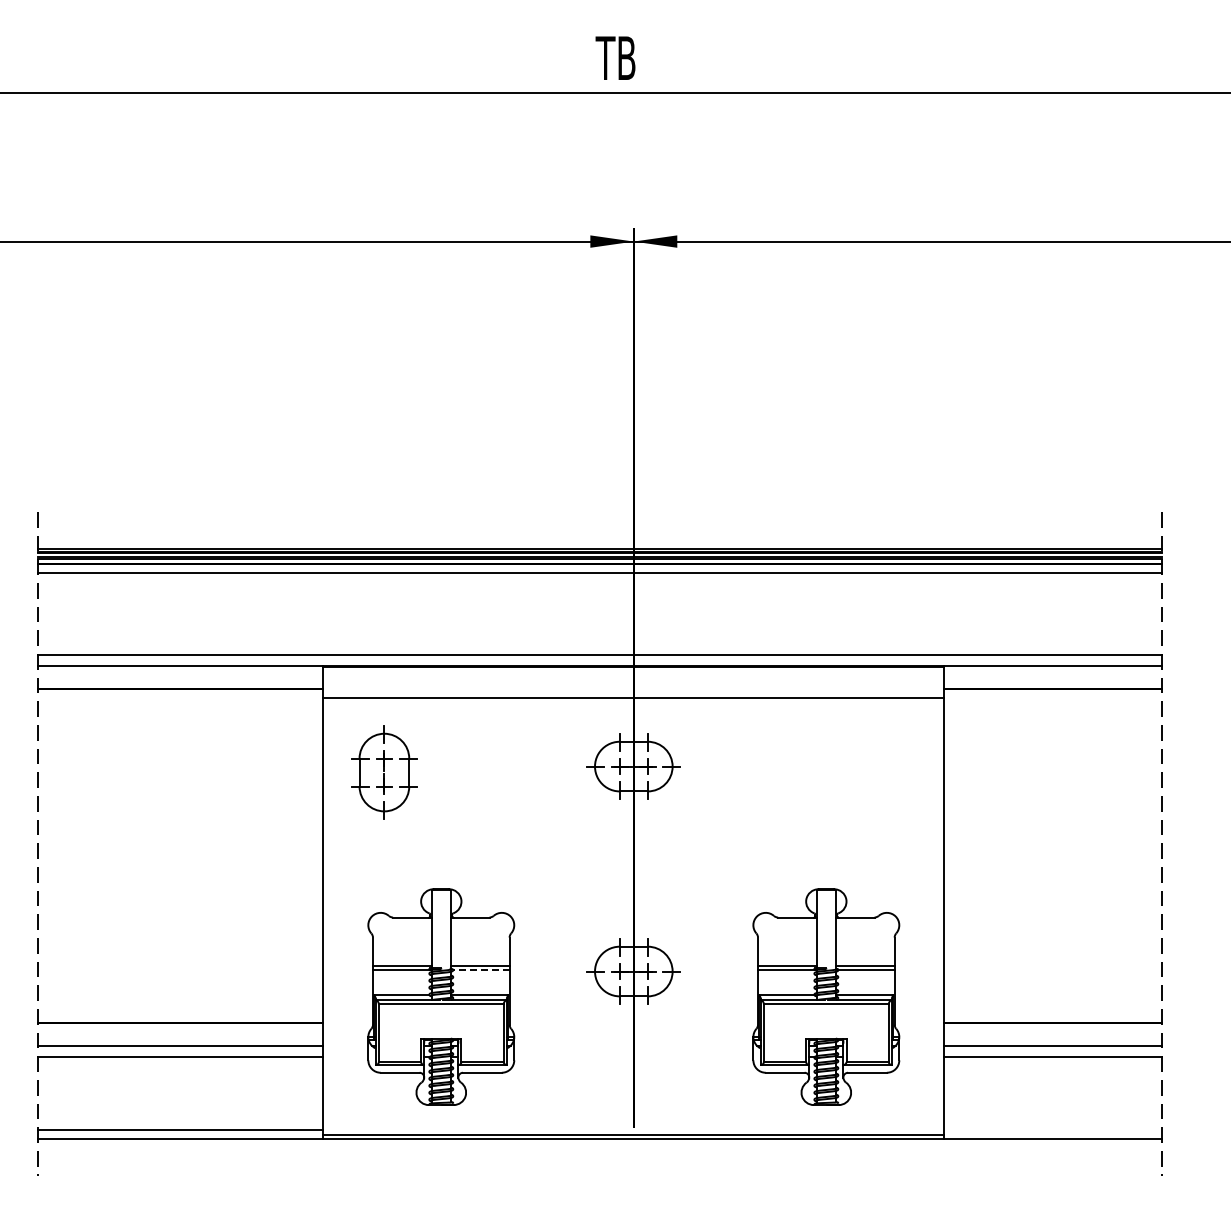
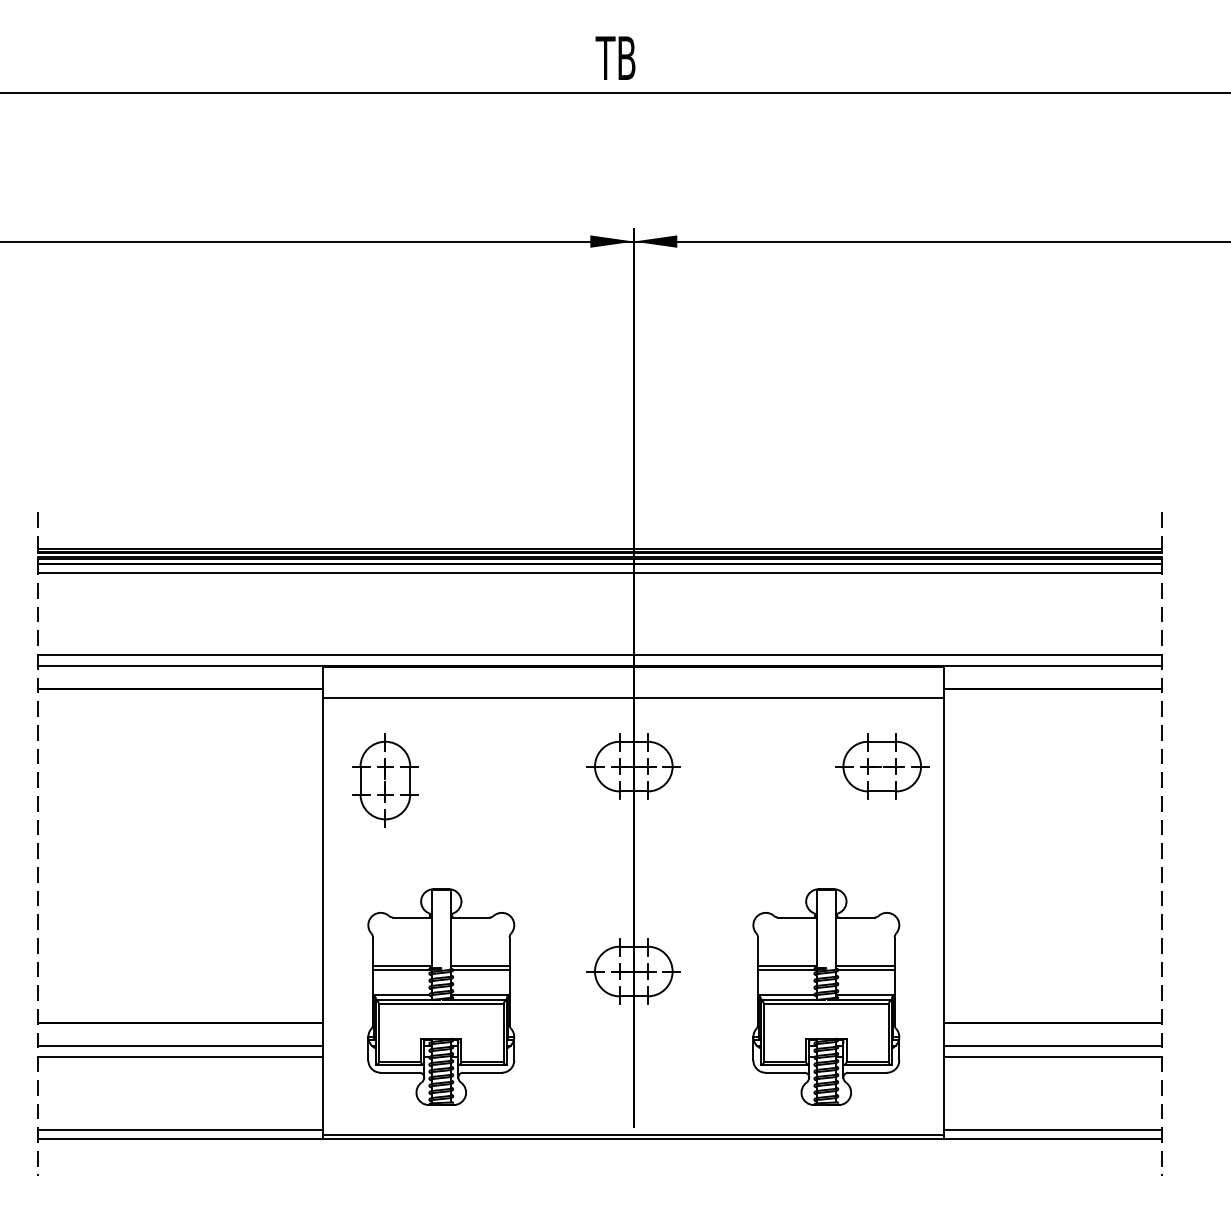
part at (882, 766): none -> present
part at (384, 772) position: (384, 772) -> (385, 780)
line at (480, 970): dashed -> solid
line at (1052, 1129): none -> present
